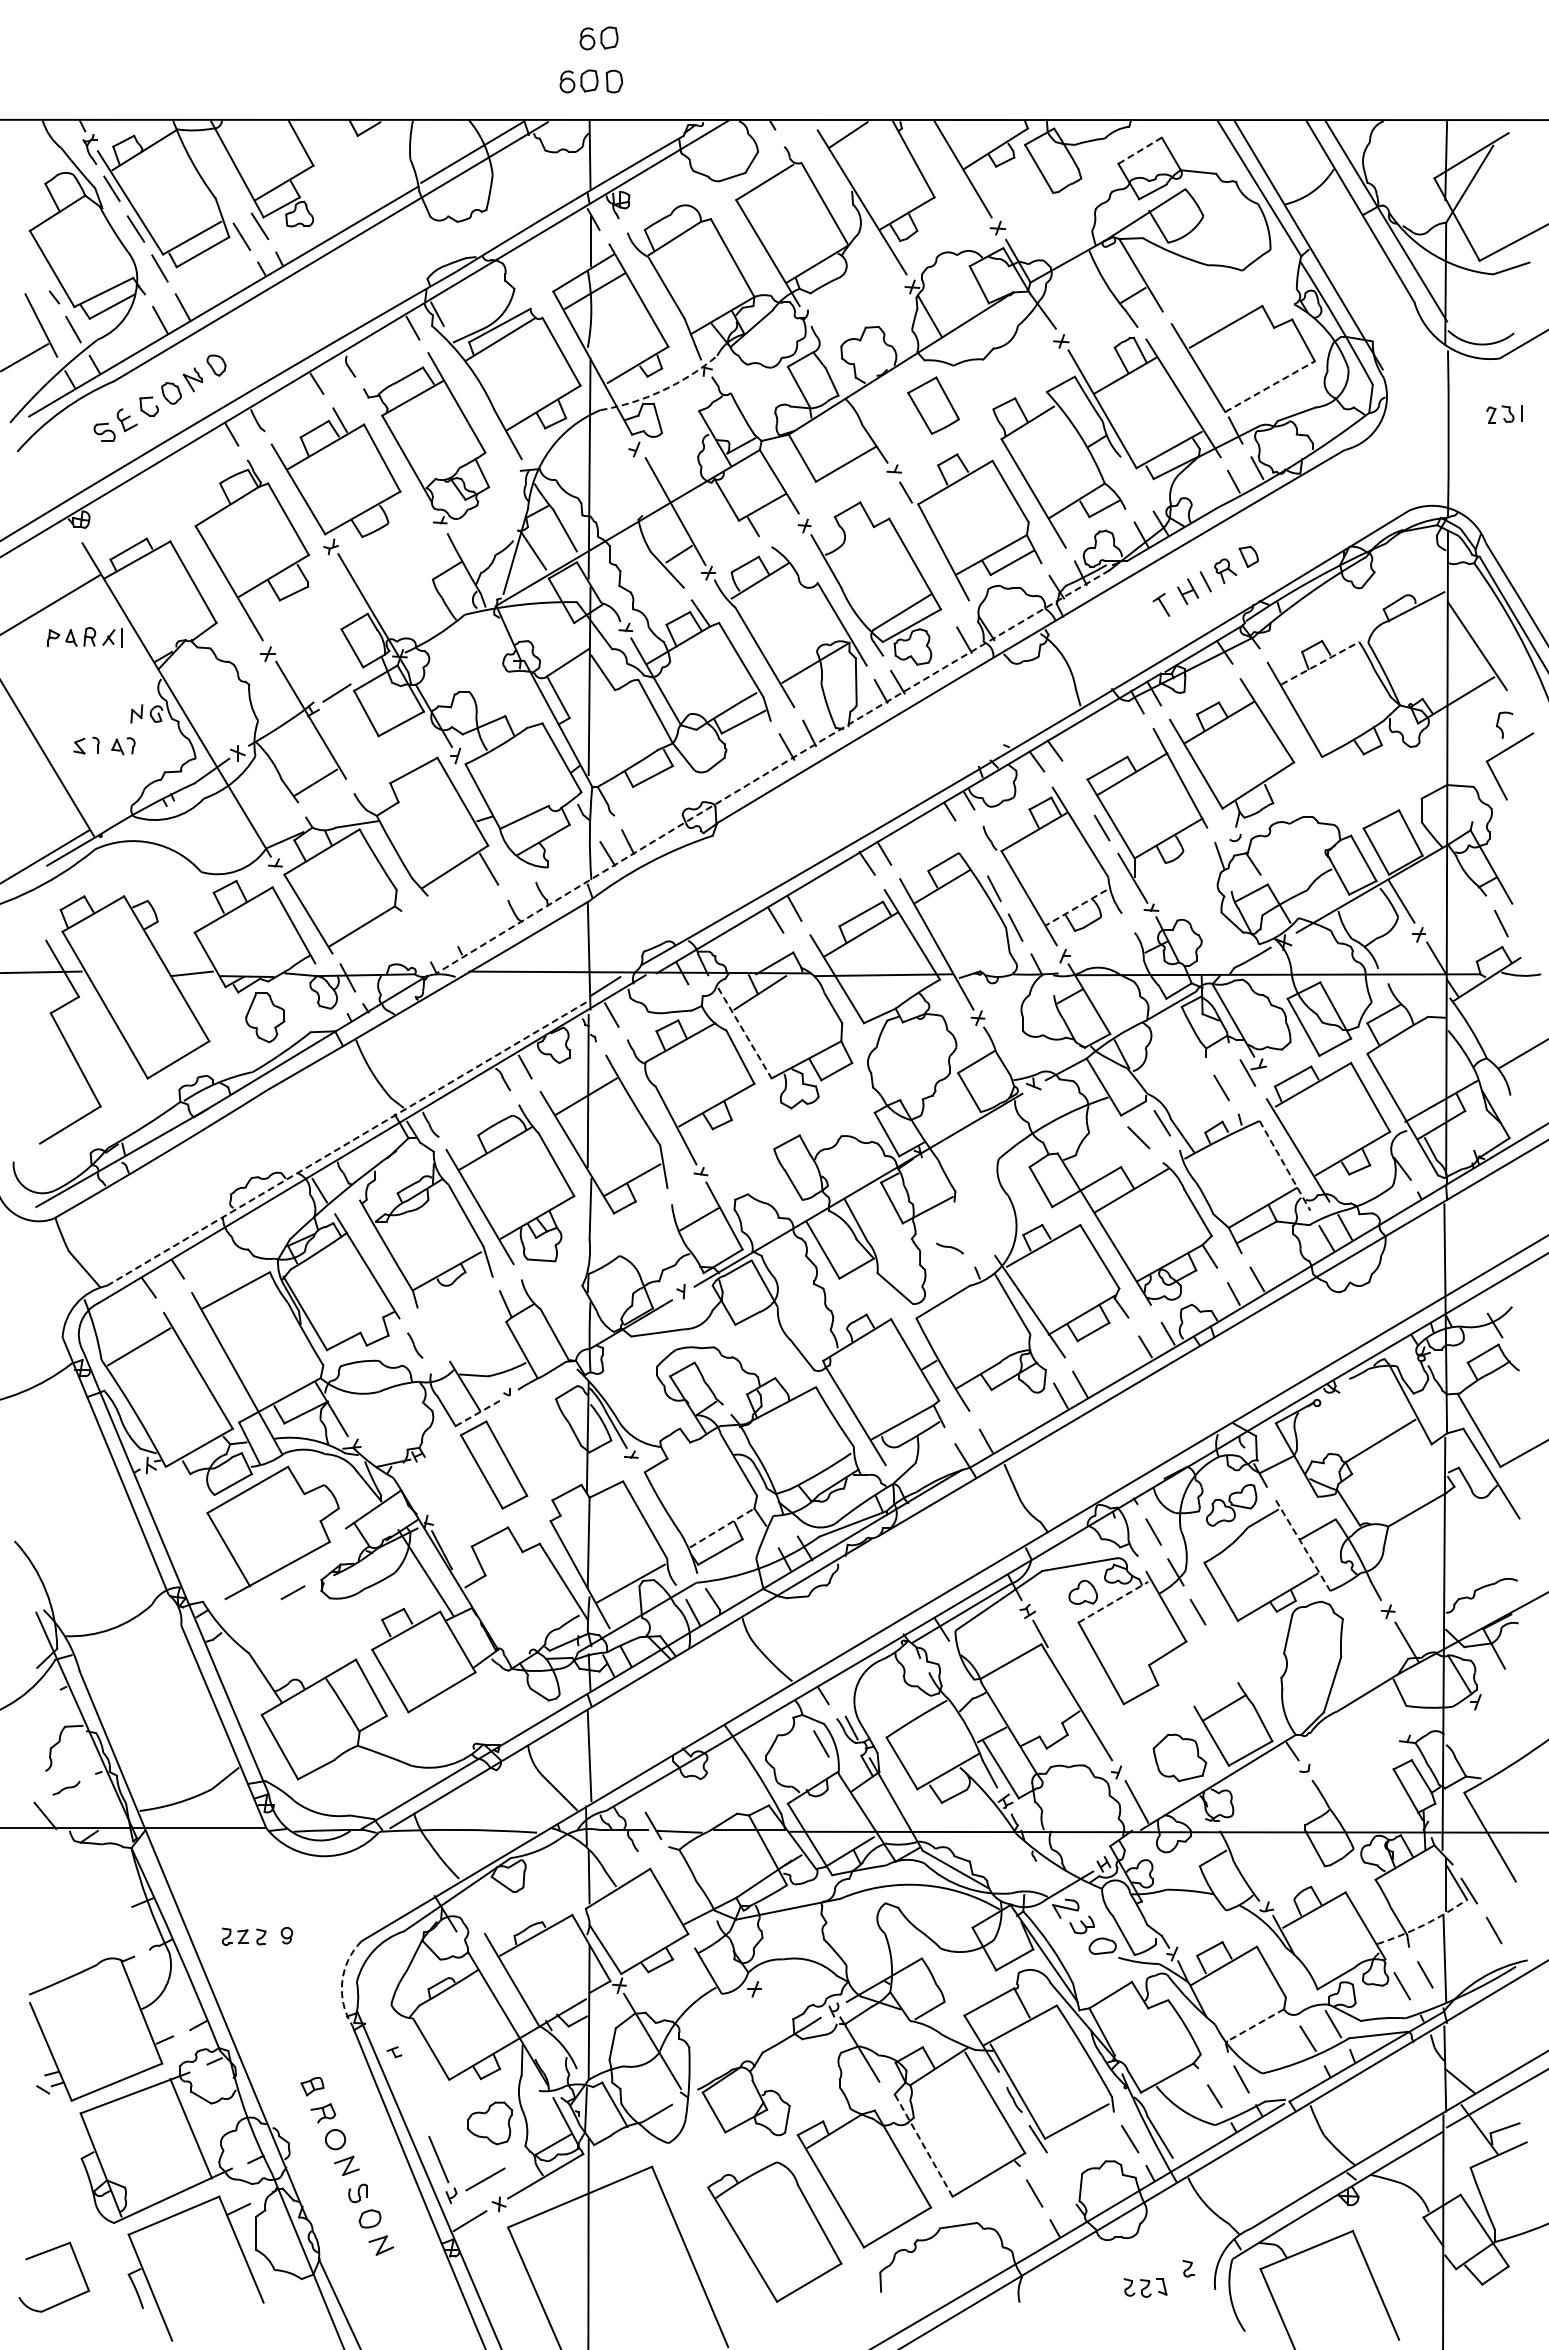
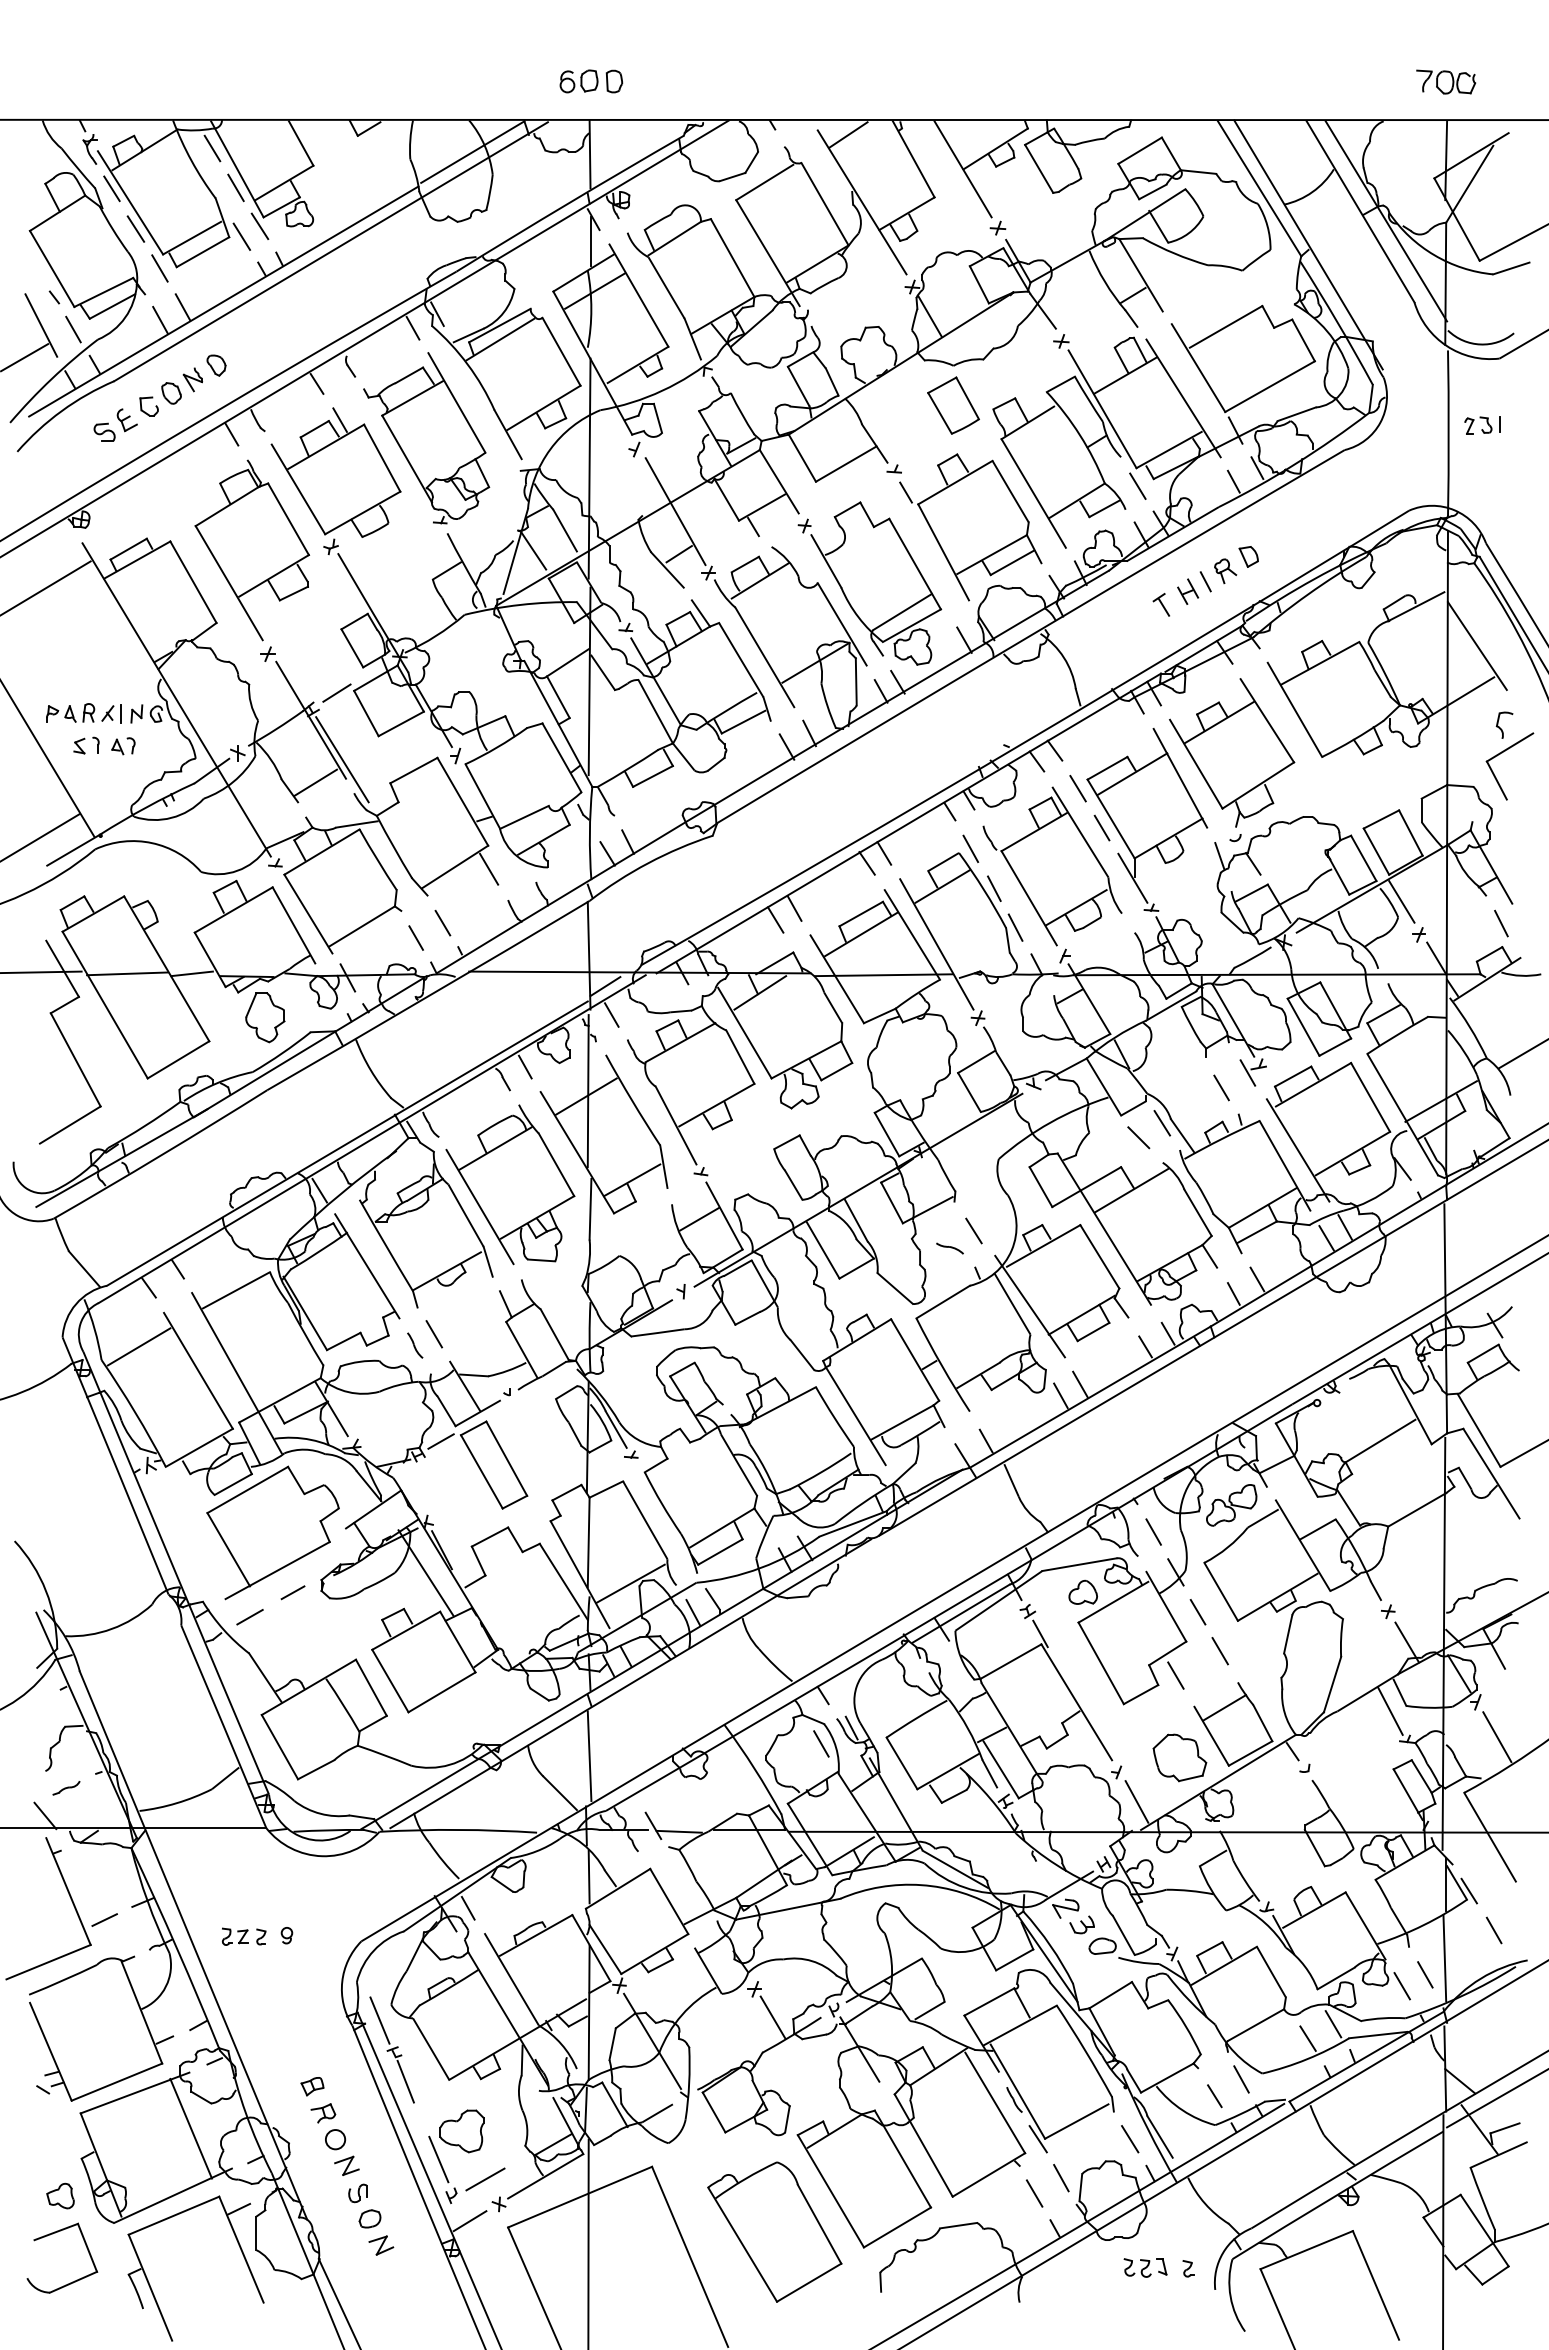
part at (598, 38): present -> none
part at (1446, 81): none -> present
line at (212, 148): none -> present
line at (1140, 150): dashed -> solid
line at (235, 187): none -> present
line at (1270, 386): dashed -> solid
arc at (662, 390): dashed -> solid
part at (933, 405) position: (933, 405) -> (953, 405)
part at (1504, 414) position: (1504, 414) -> (1482, 425)
line at (1137, 485): none -> present
line at (50, 604) position: (50, 604) -> (46, 587)
part at (84, 637) position: (84, 637) -> (83, 713)
line at (1320, 663): dashed -> solid
line at (342, 759): none -> present
arc at (772, 770): dashed -> solid
line at (1077, 788): none -> present
line at (970, 848): none -> present
line at (45, 856) position: (45, 856) -> (40, 837)
line at (1075, 908): dashed -> solid
line at (442, 922): none -> present
line at (415, 937): none -> present
line at (127, 973): none -> present
line at (744, 1033): dashed -> solid
line at (347, 1143): dashed -> solid
line at (1285, 1166): dashed -> solid
line at (973, 1230): none -> present
line at (434, 1334): none -> present
line at (477, 1413): dashed -> solid
line at (440, 1441): none -> present
line at (722, 1528): dashed -> solid
line at (1303, 1545): dashed -> solid
line at (1113, 1602): dashed -> solid
line at (249, 1616): none -> present
line at (1219, 1651): none -> present
line at (1175, 1675): none -> present
line at (1390, 1710): none -> present
line at (1497, 1737): none -> present
part at (72, 1904): none -> present
line at (467, 1907): none -> present
arc at (1423, 1925): dashed -> solid
arc at (342, 1981): dashed -> solid
line at (772, 2017): none -> present
line at (379, 2020): none -> present
line at (1255, 2025): dashed -> solid
line at (405, 2081): none -> present
part at (489, 2123) position: (489, 2123) -> (461, 2131)
line at (923, 2145): dashed -> solid
line at (1061, 2178): none -> present
part at (60, 2195): none -> present
part at (47, 2252) position: (47, 2252) -> (55, 2233)
part at (1145, 2287) position: (1145, 2287) -> (1145, 2267)
